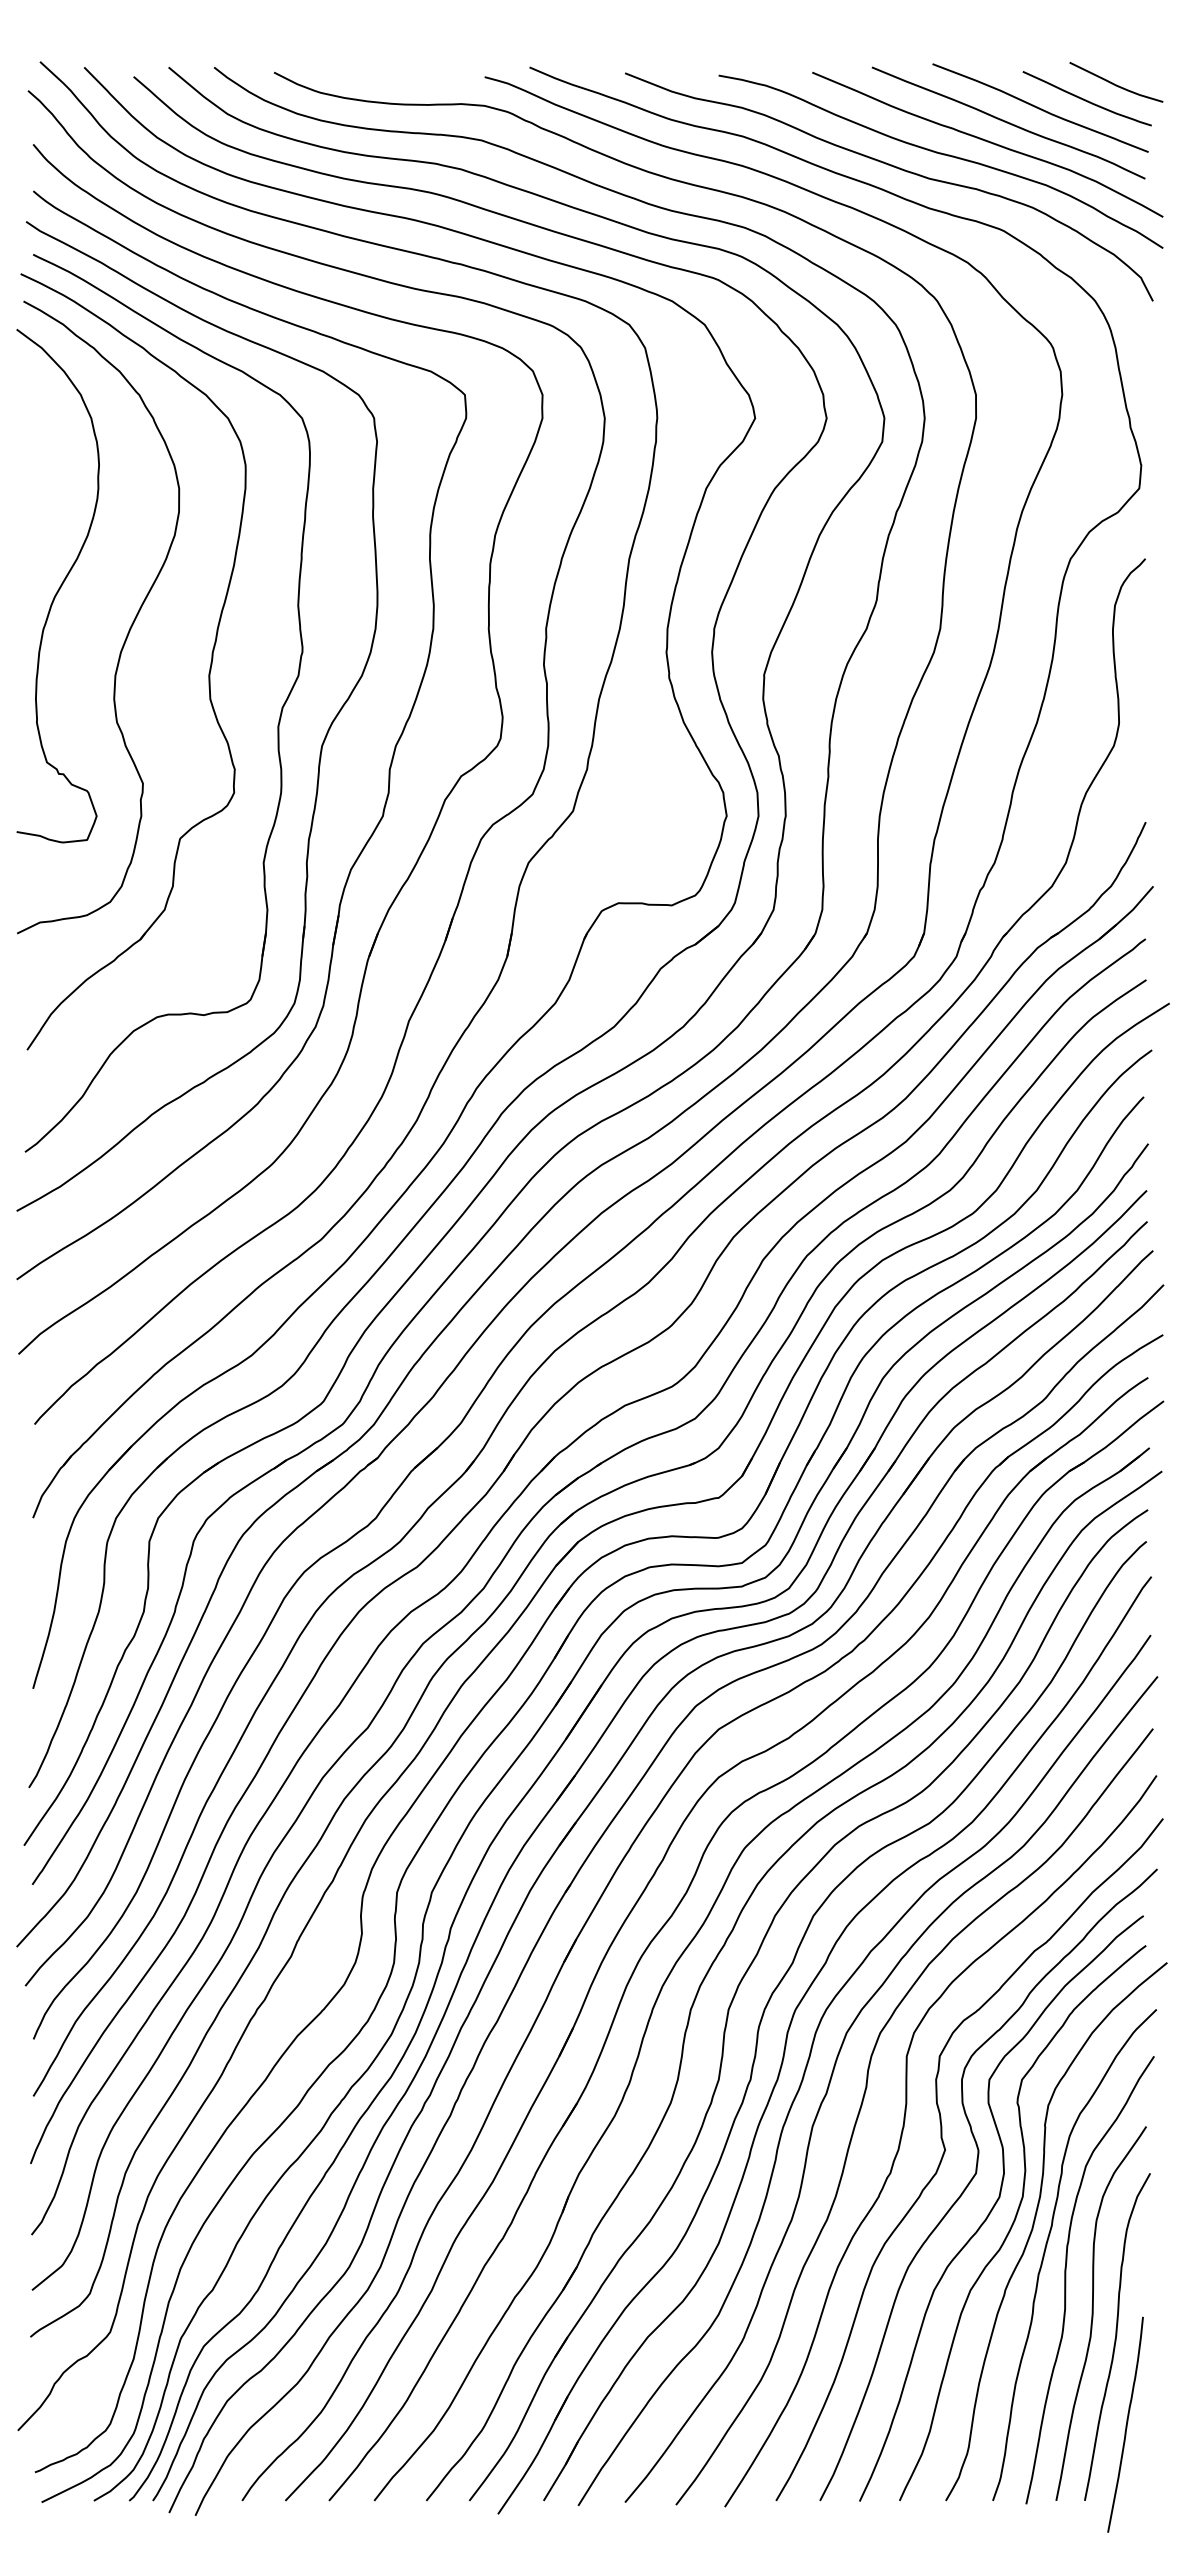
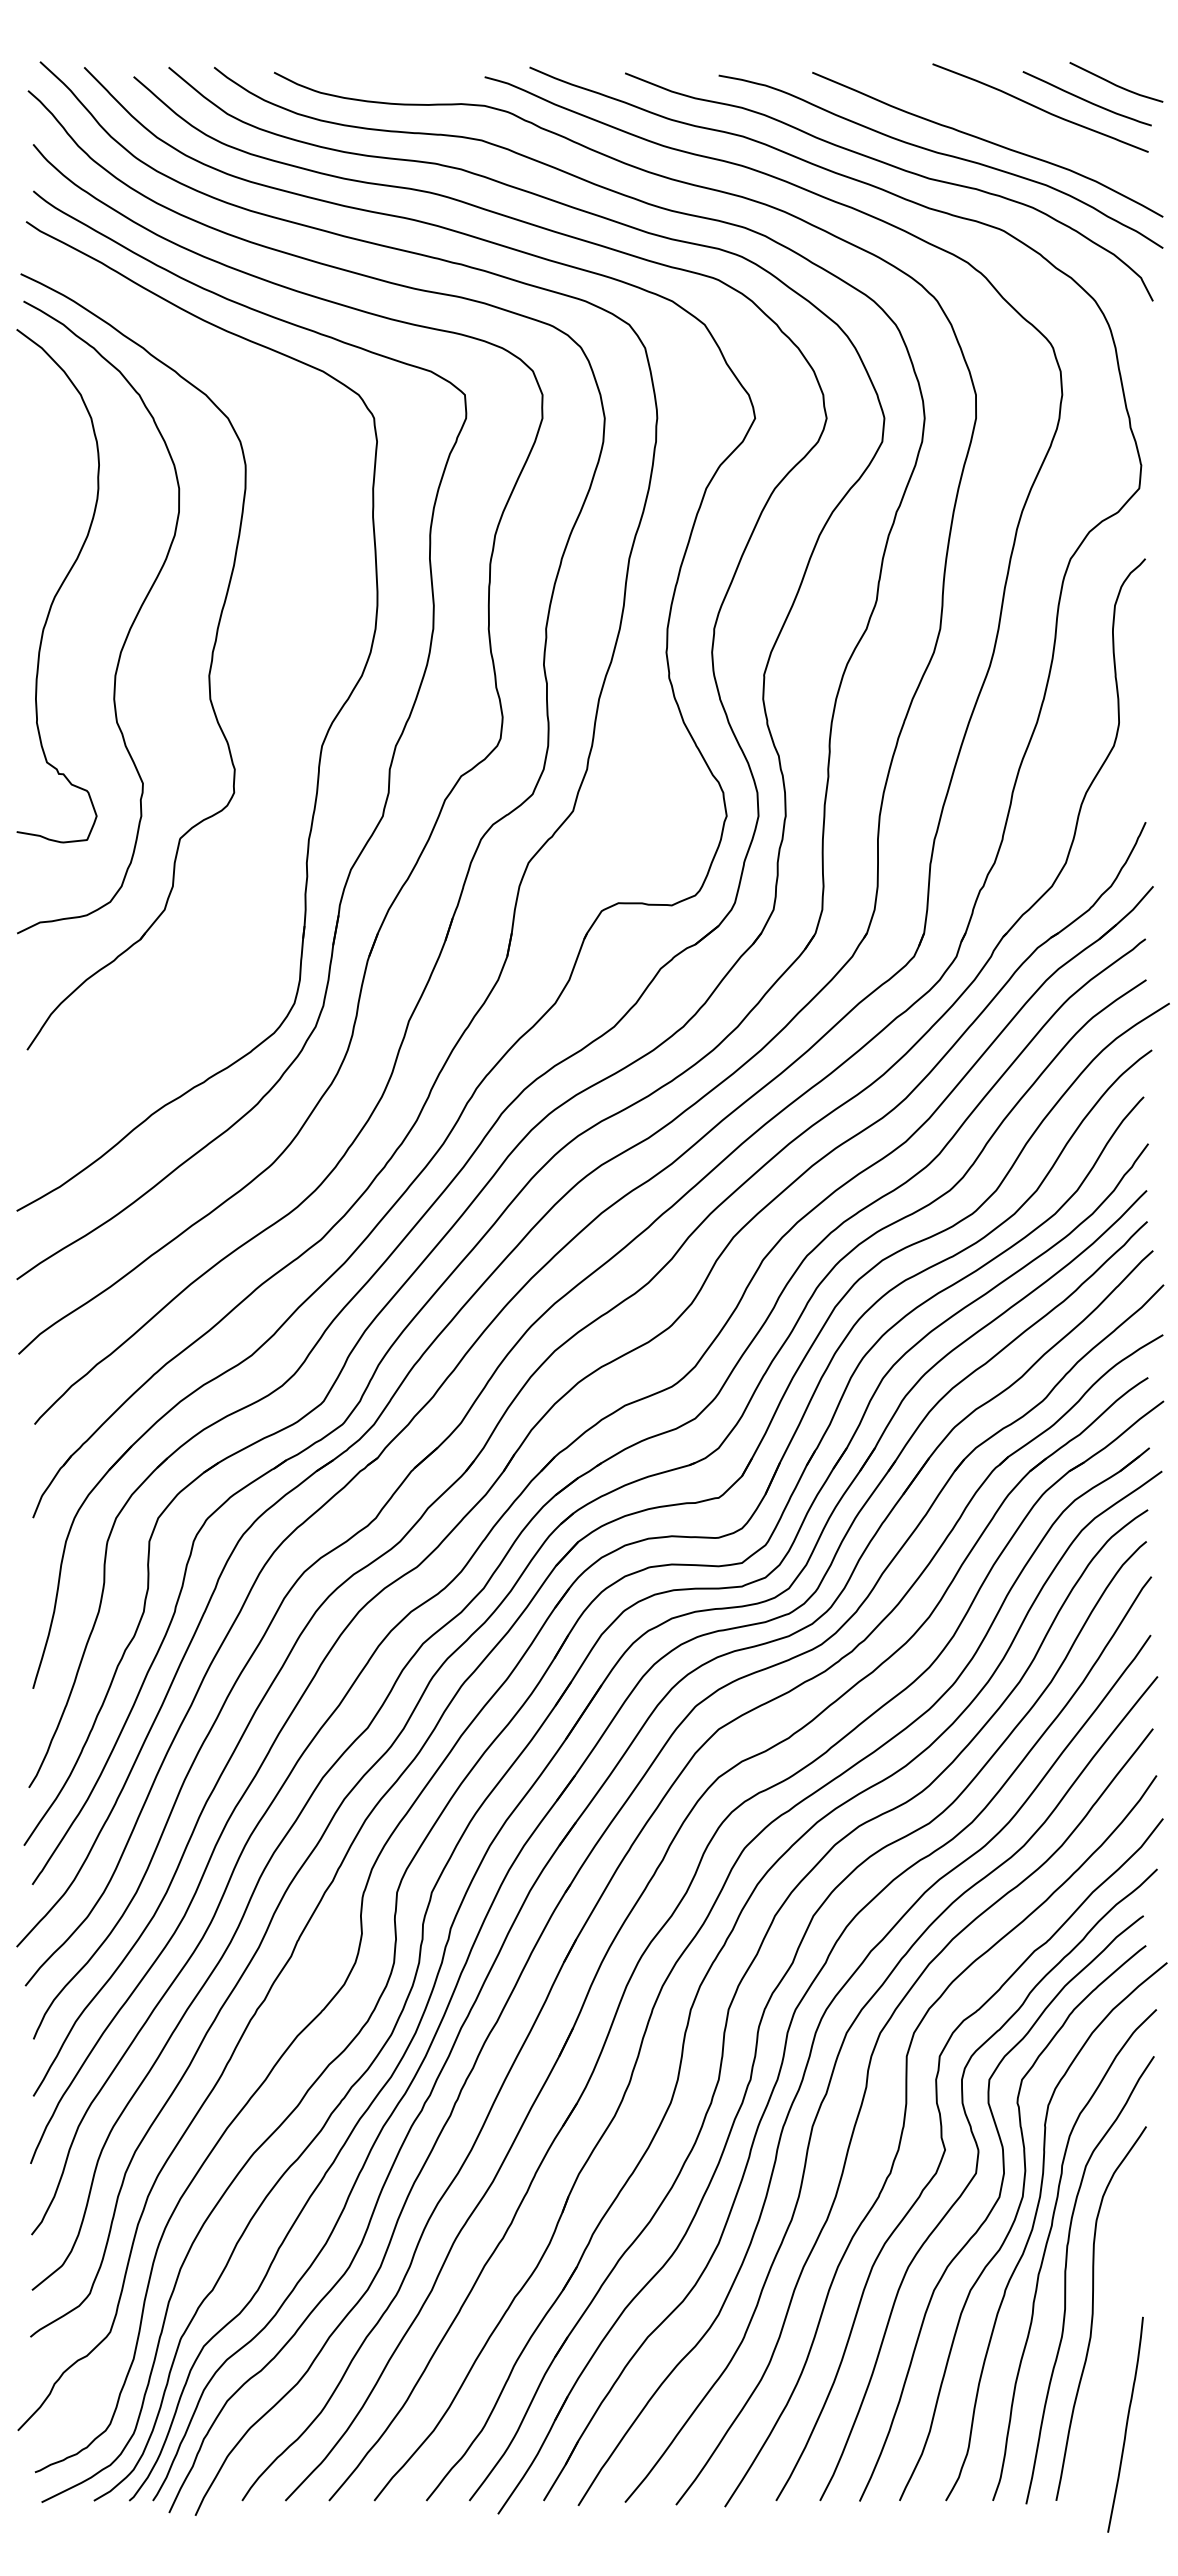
curve at (1008, 122): present -> none
part at (277, 725): present -> none
curve at (1117, 2335): present -> none
